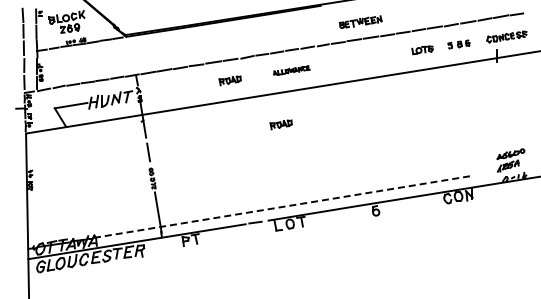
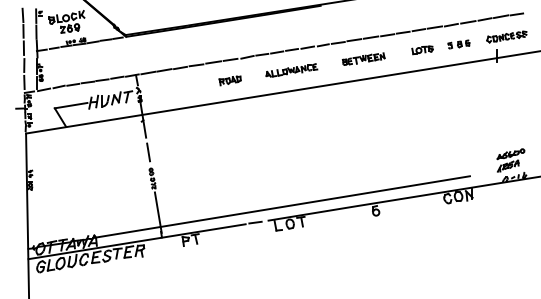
part at (360, 21) position: (360, 21) -> (363, 58)
part at (291, 70) size: 38x11 px -> 54x15 px
part at (280, 124): present -> none
line at (281, 207): dashed -> solid
